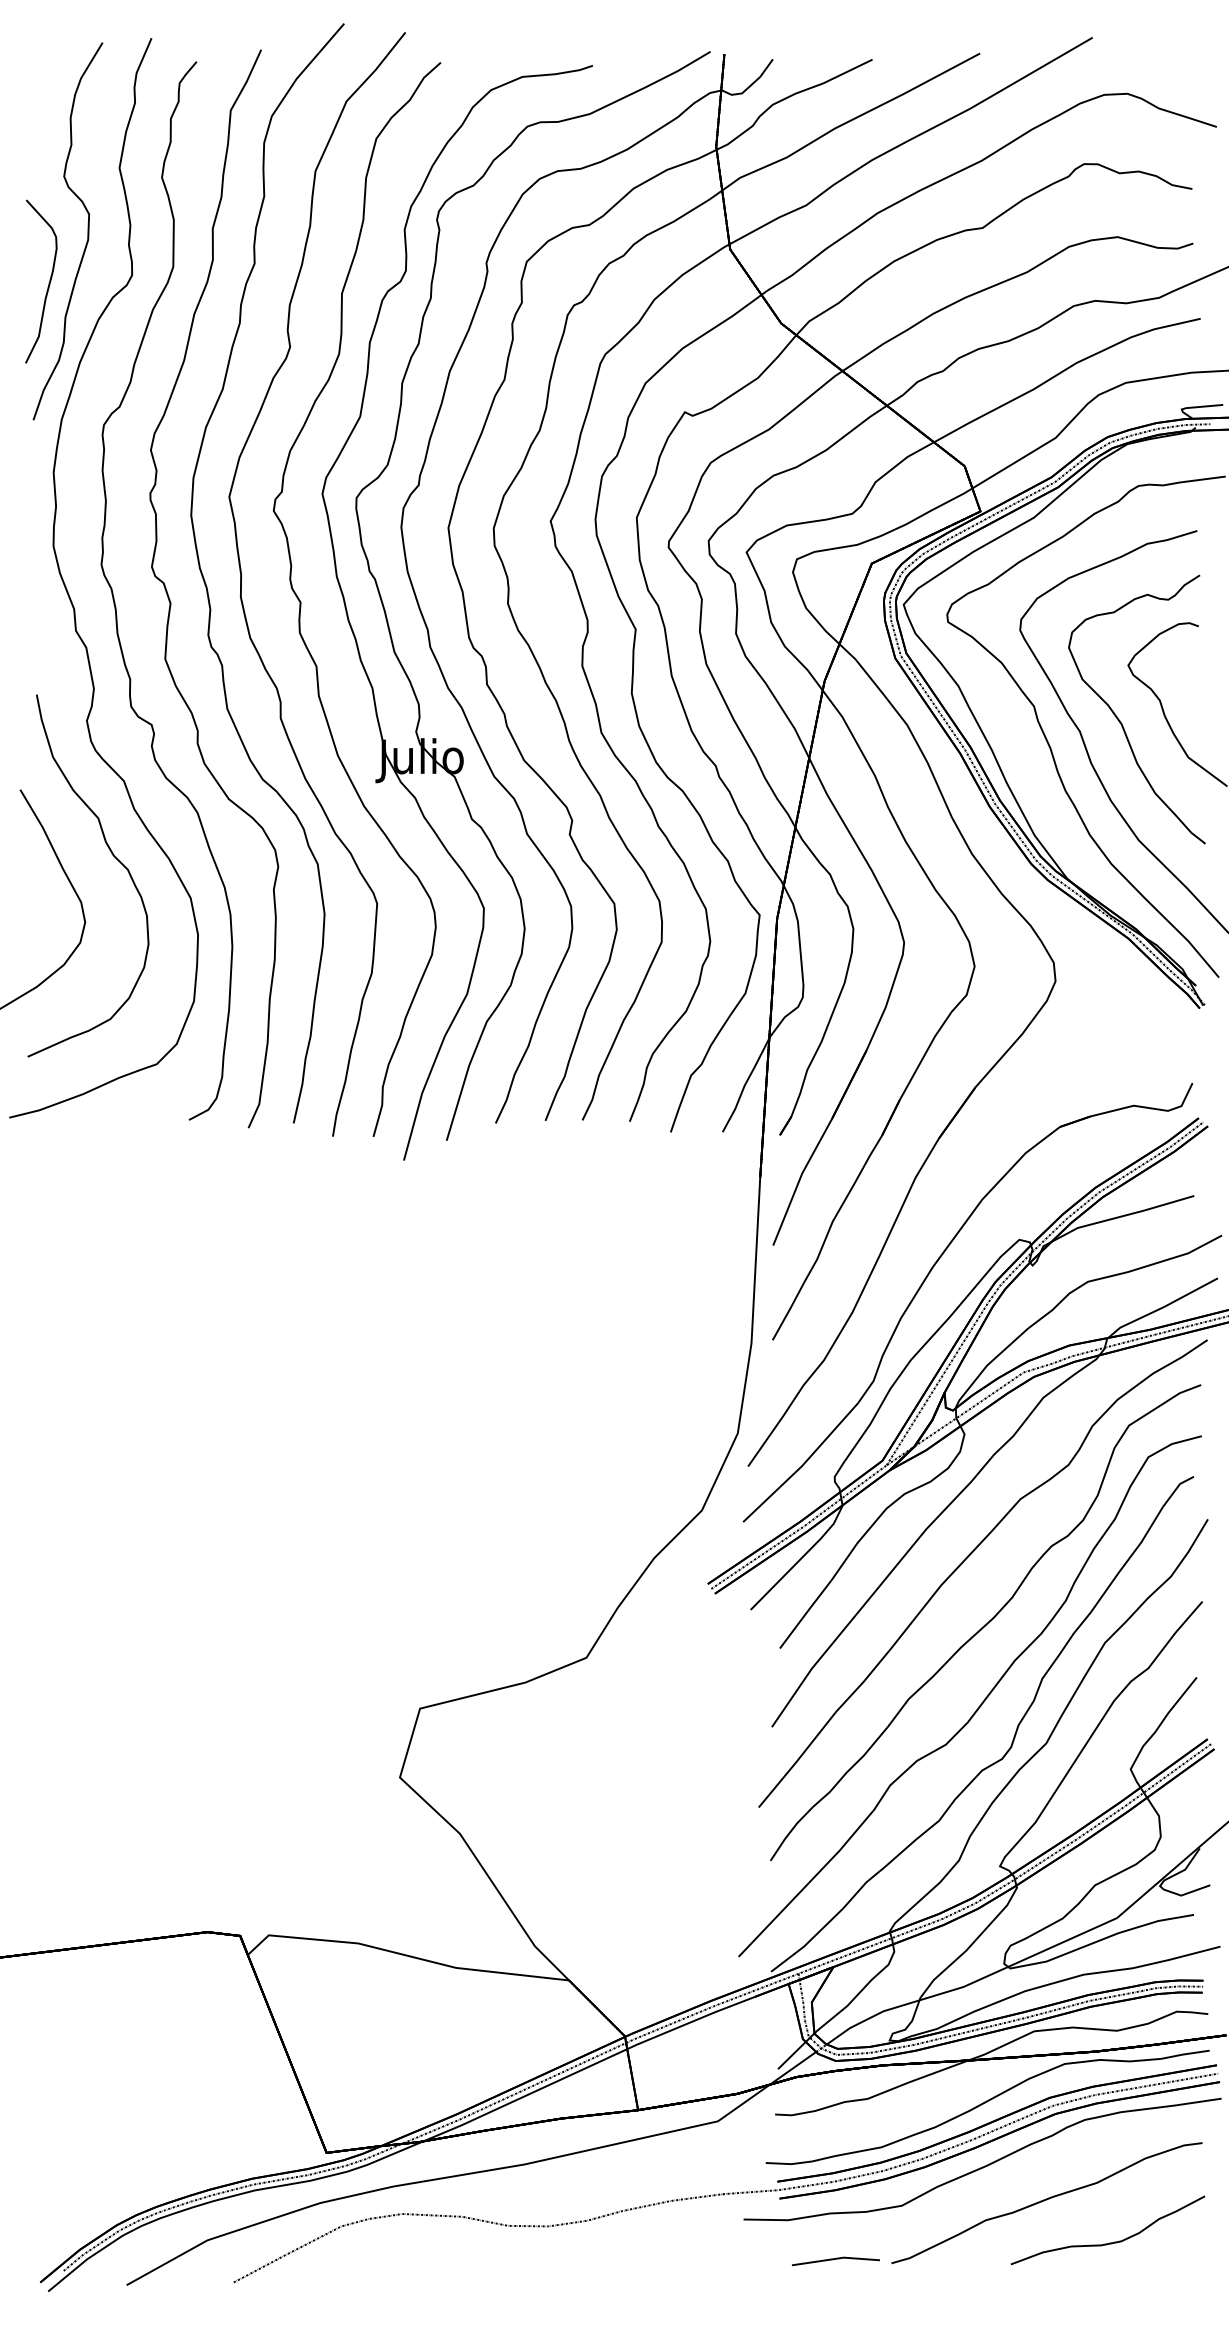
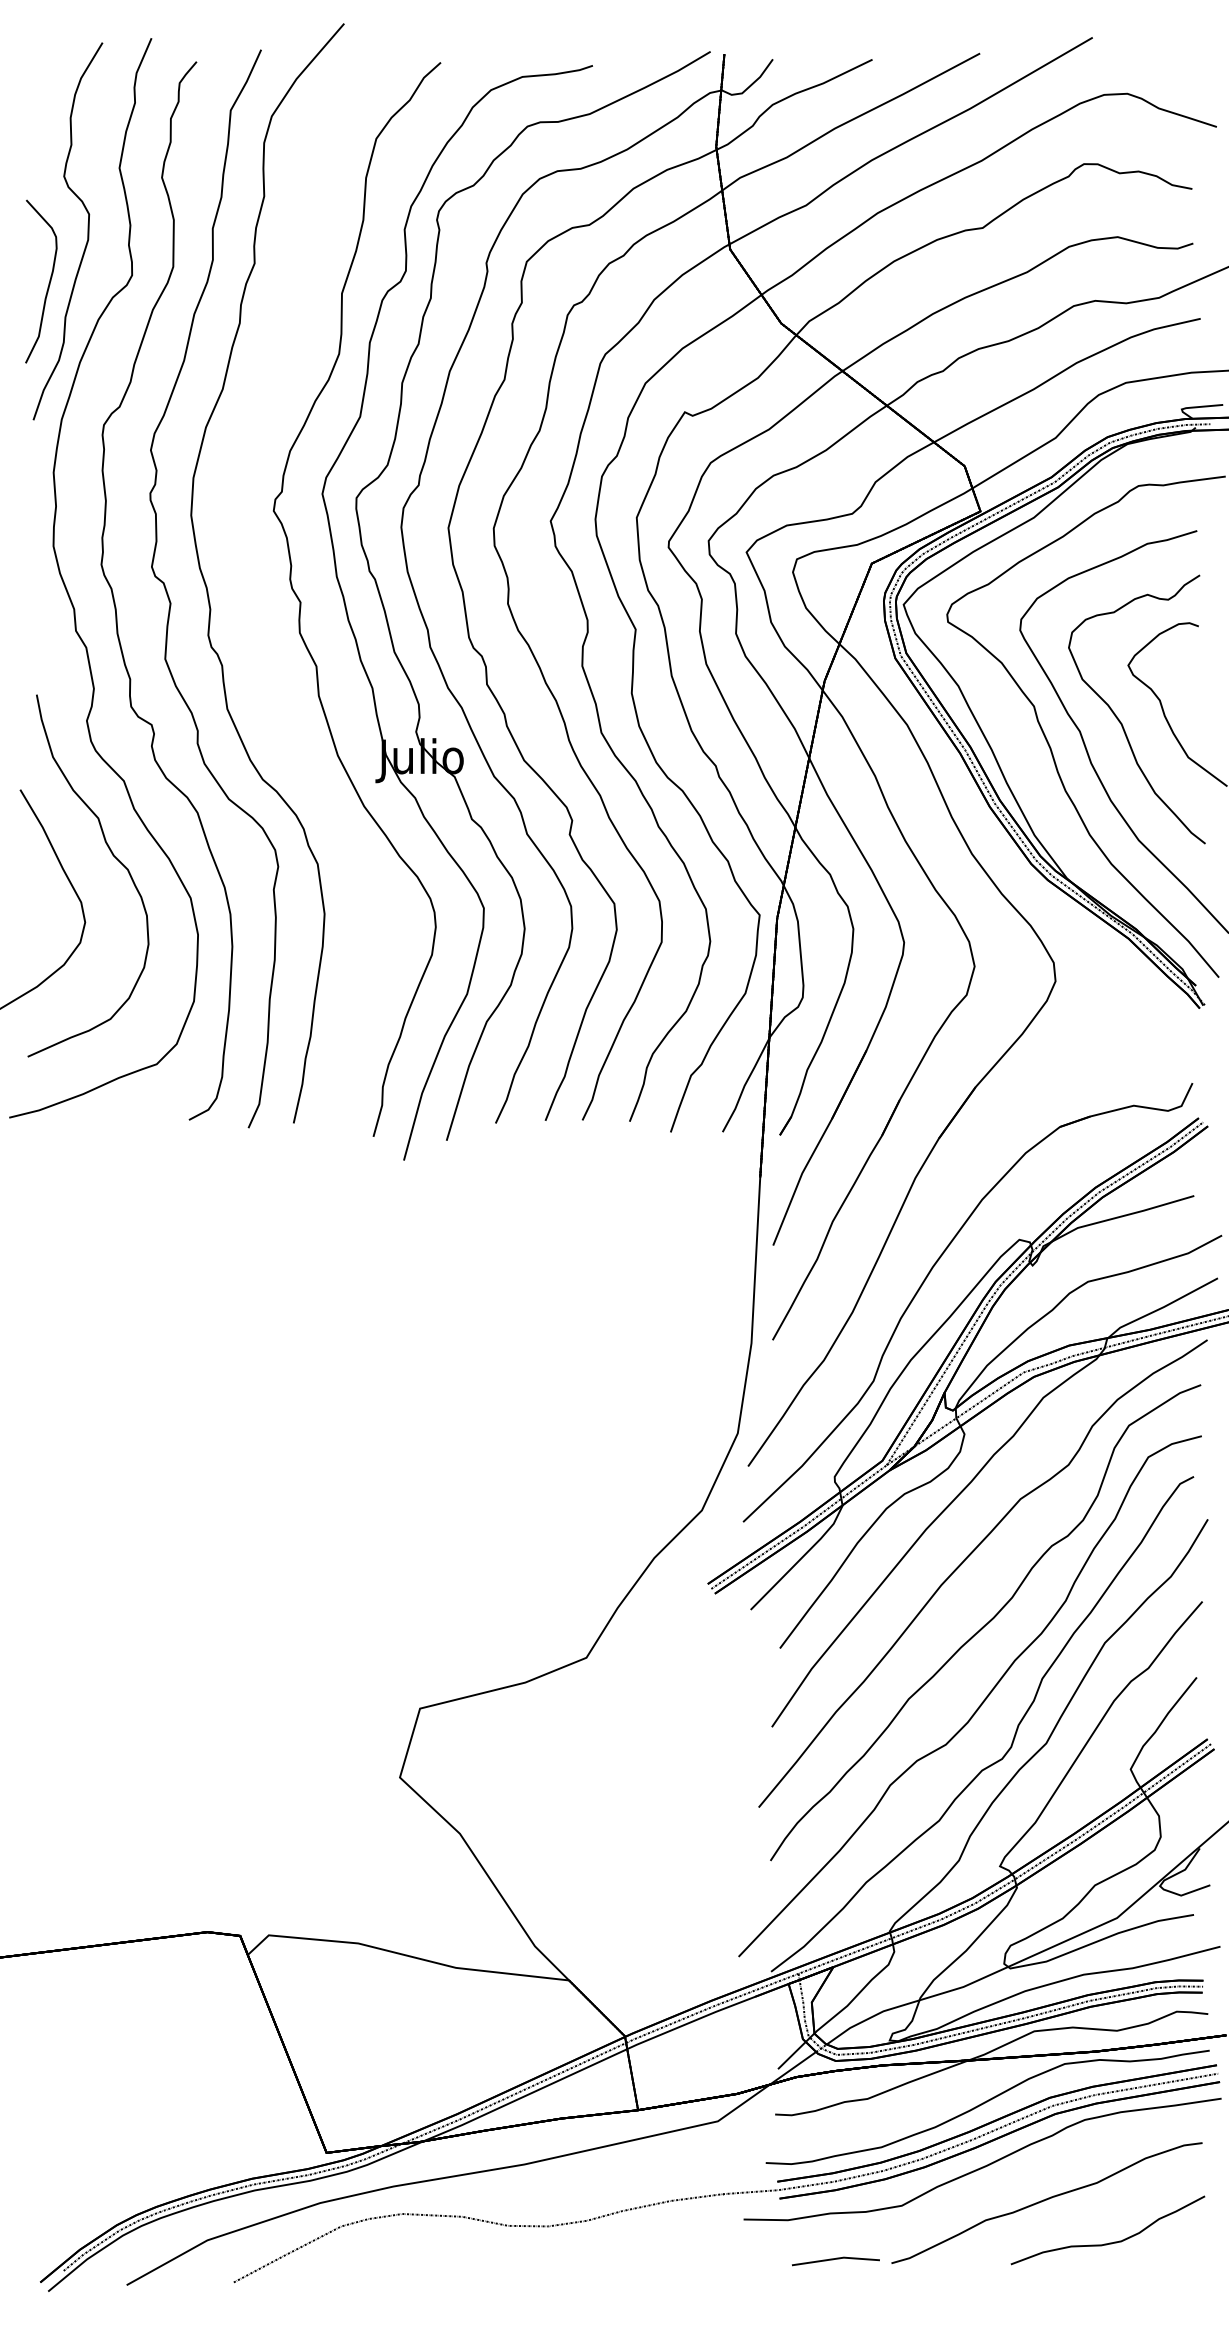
part at (241, 584): present -> none
